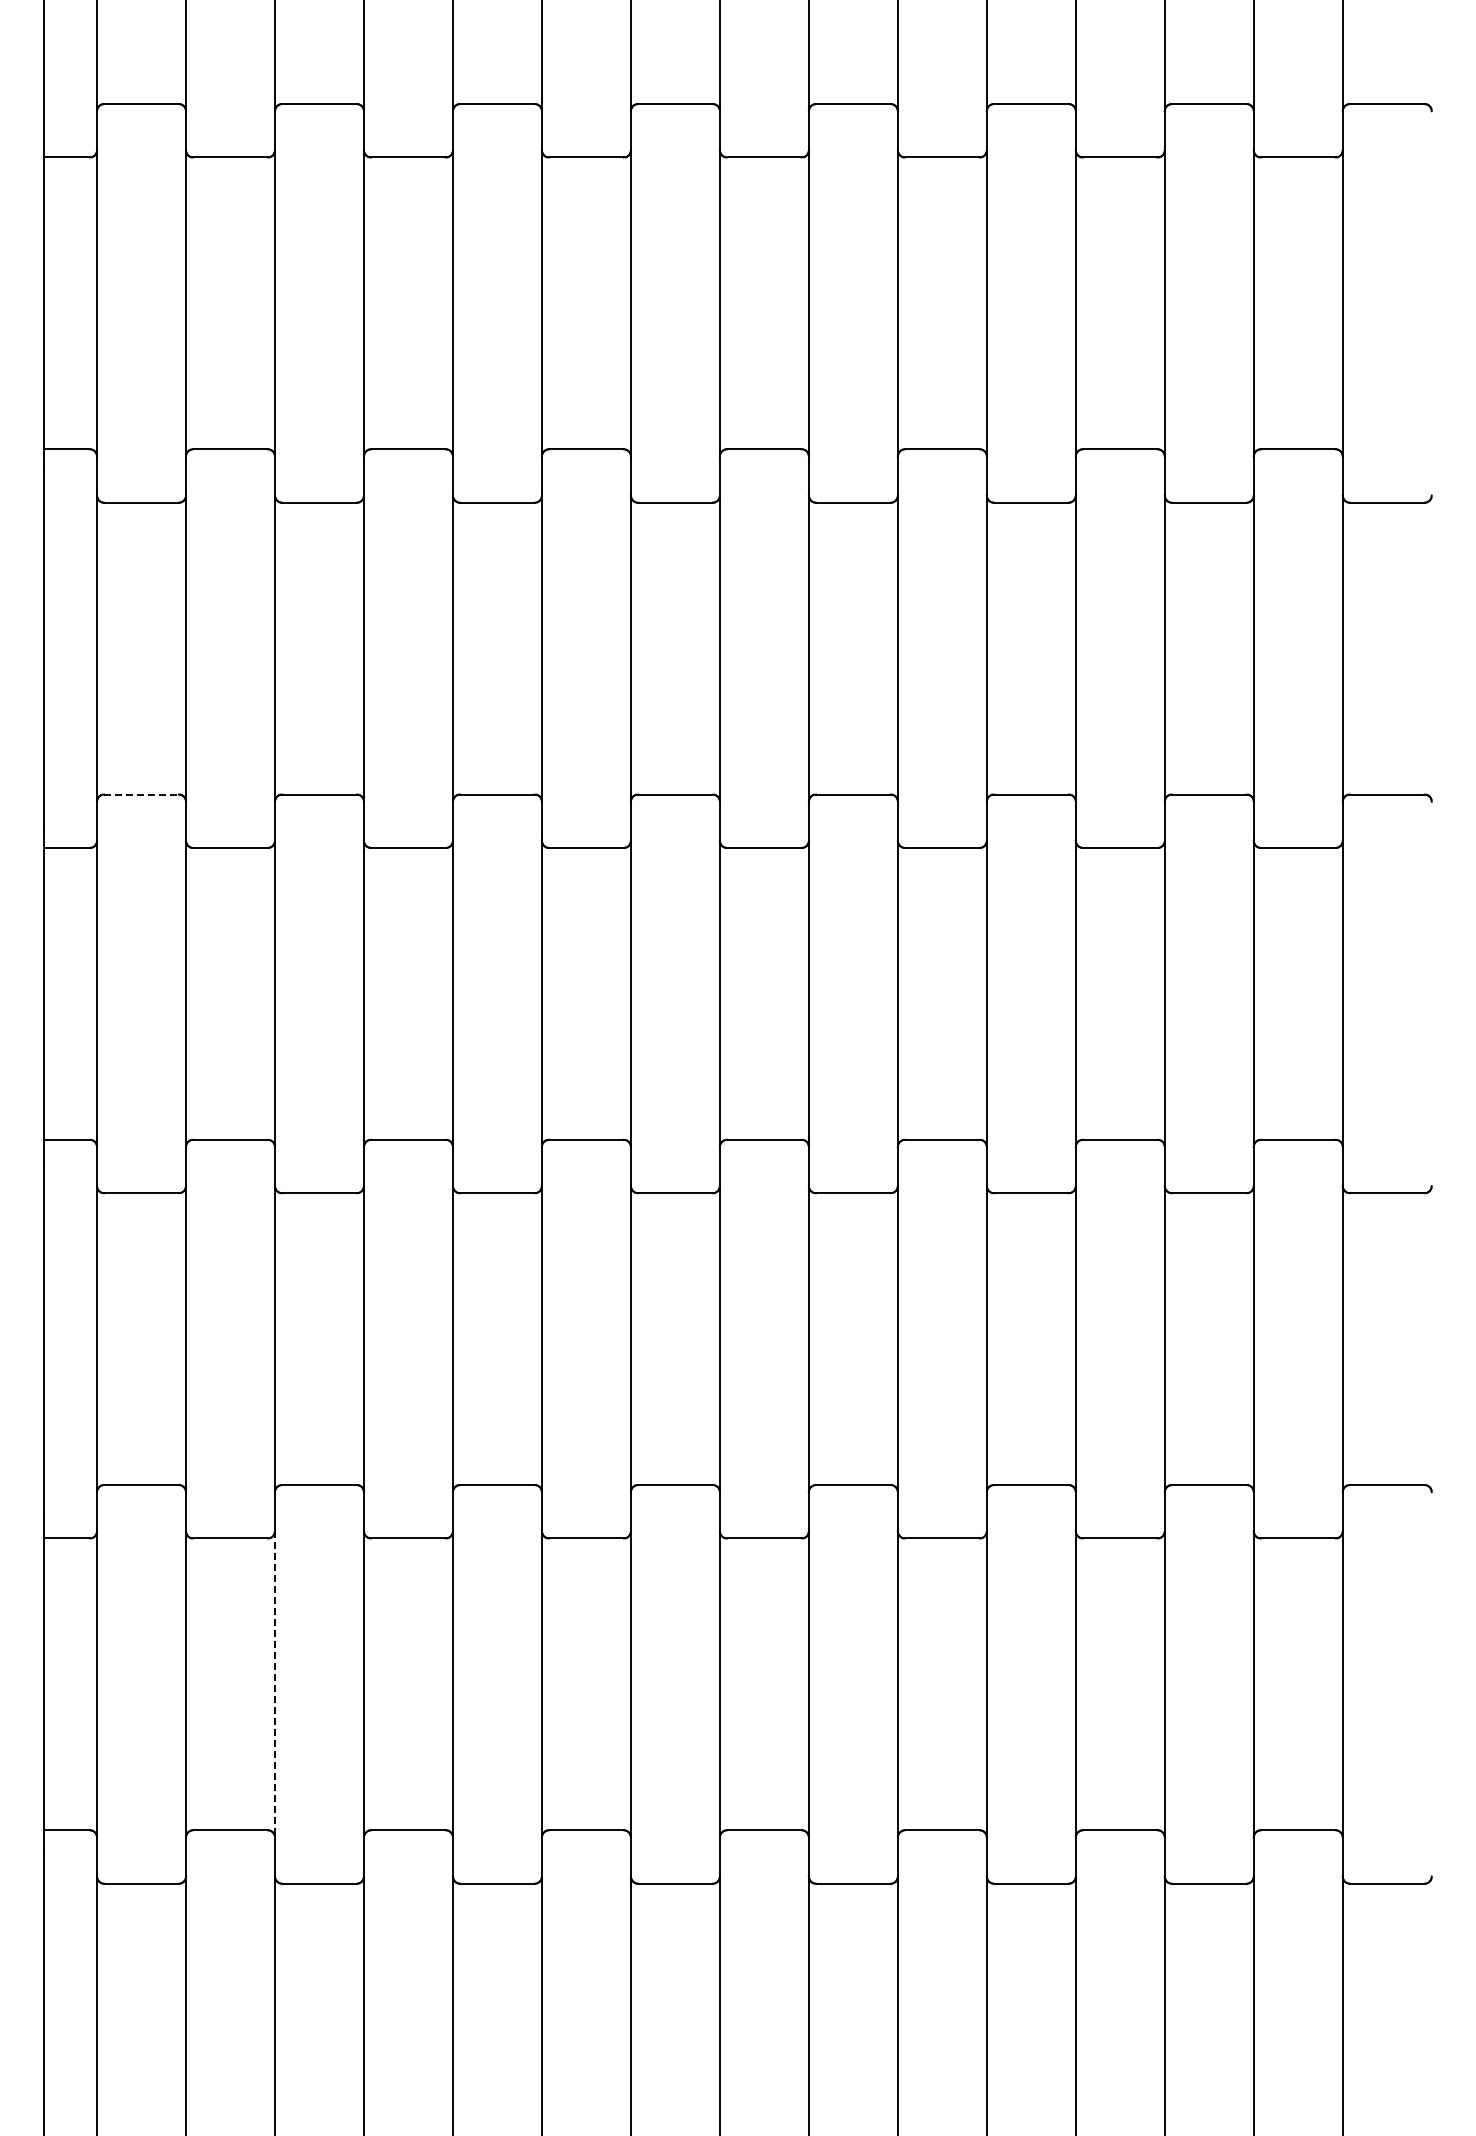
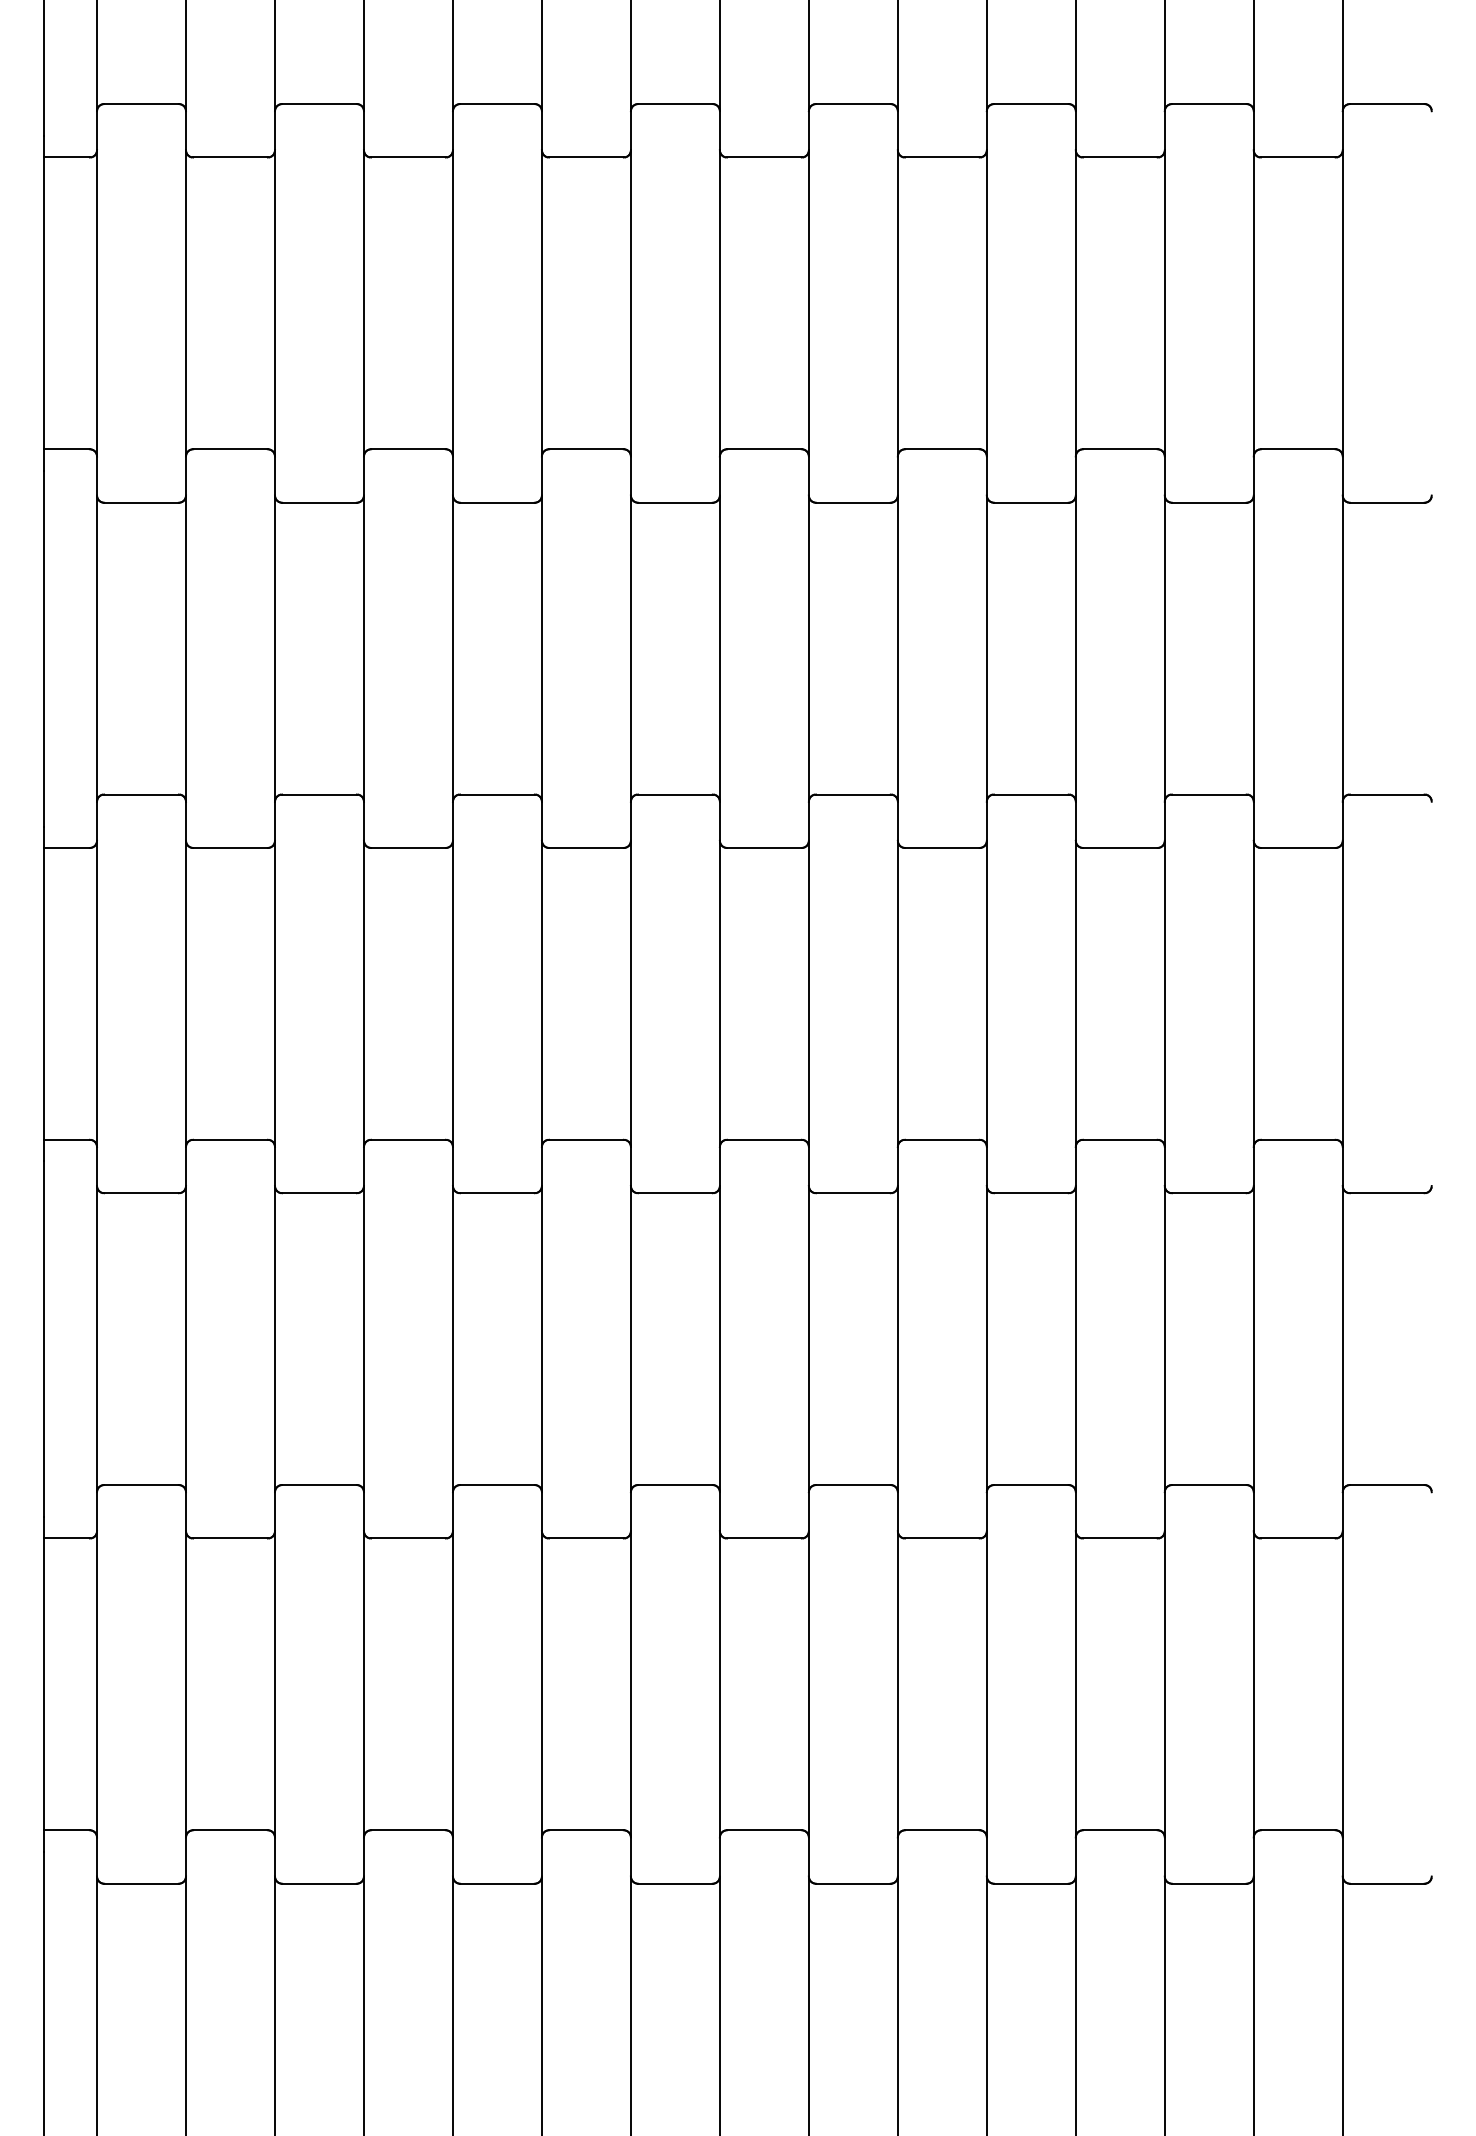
line at (142, 794): dashed -> solid
line at (275, 1684): dashed -> solid
